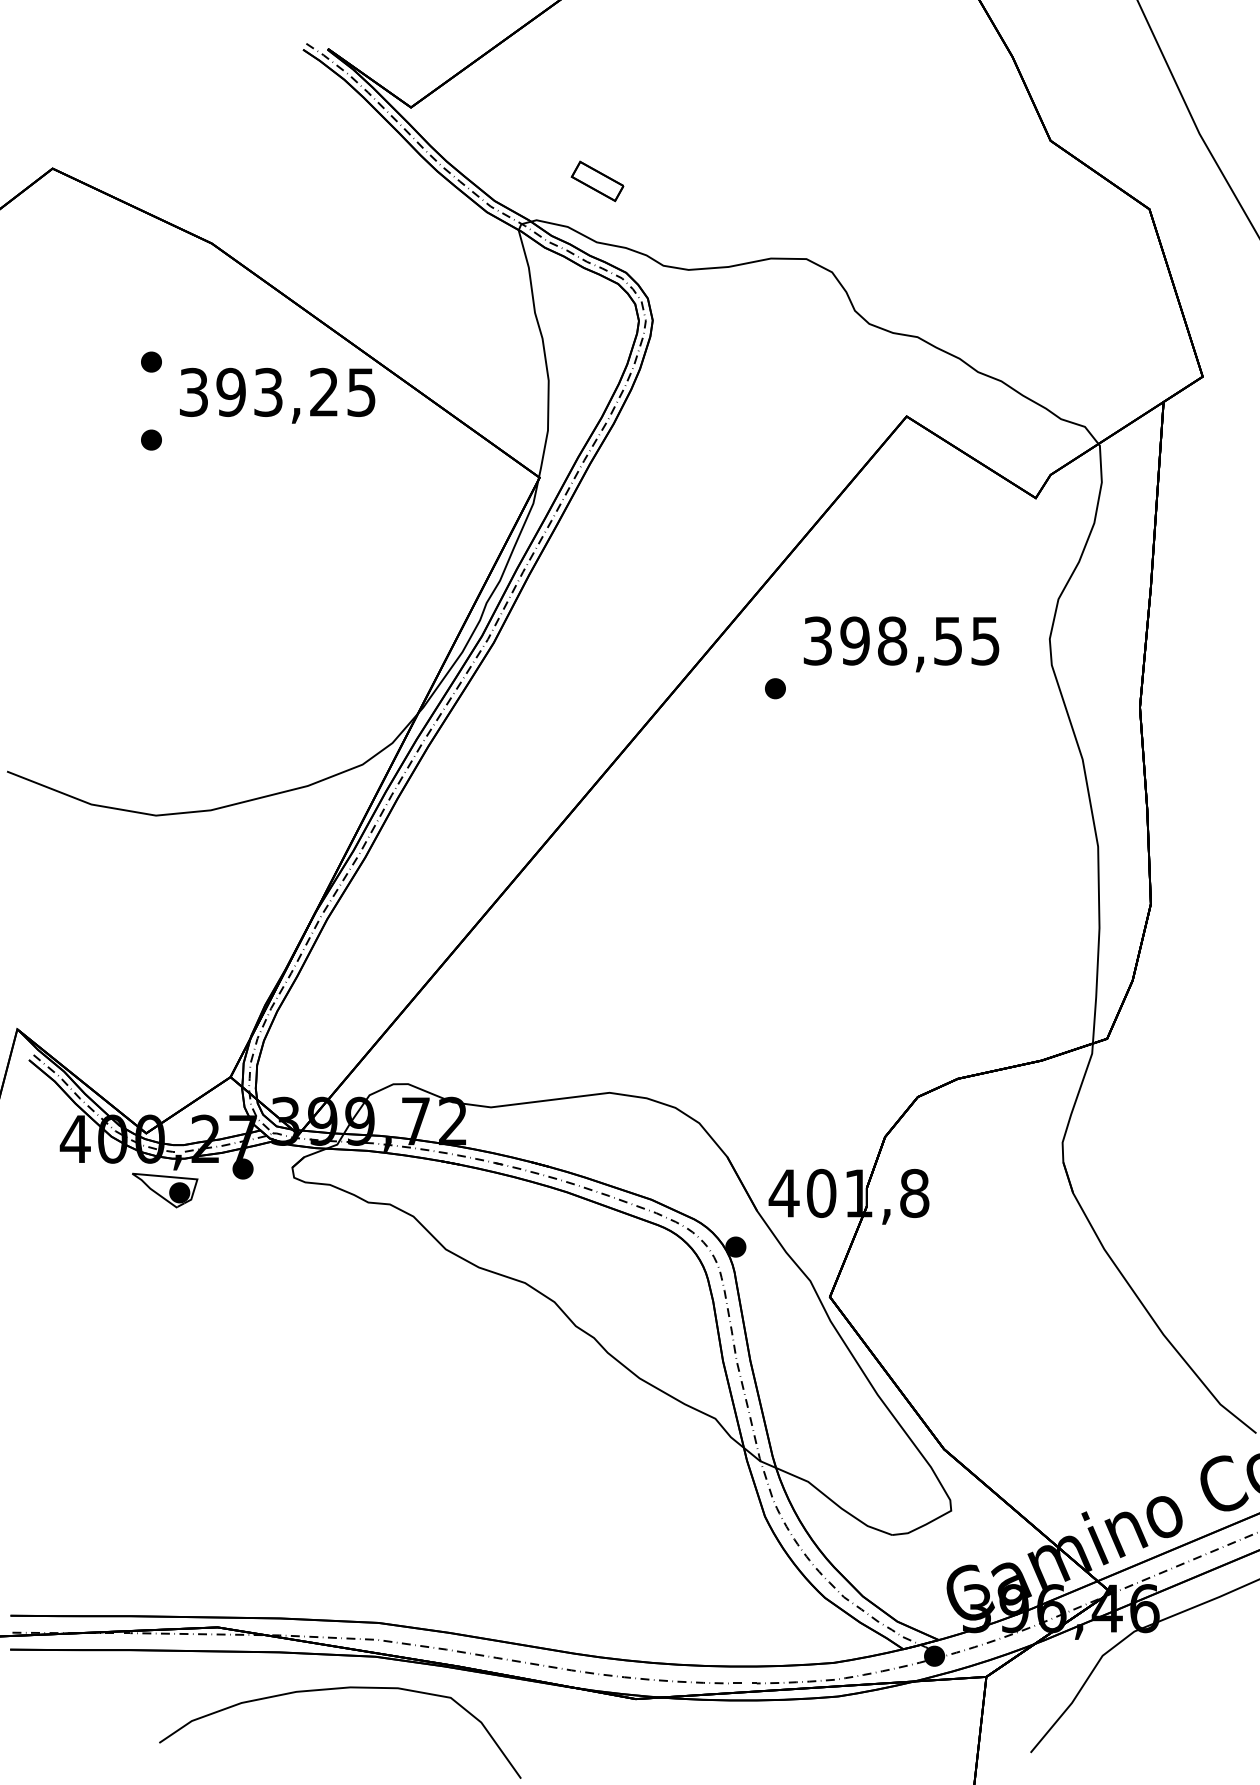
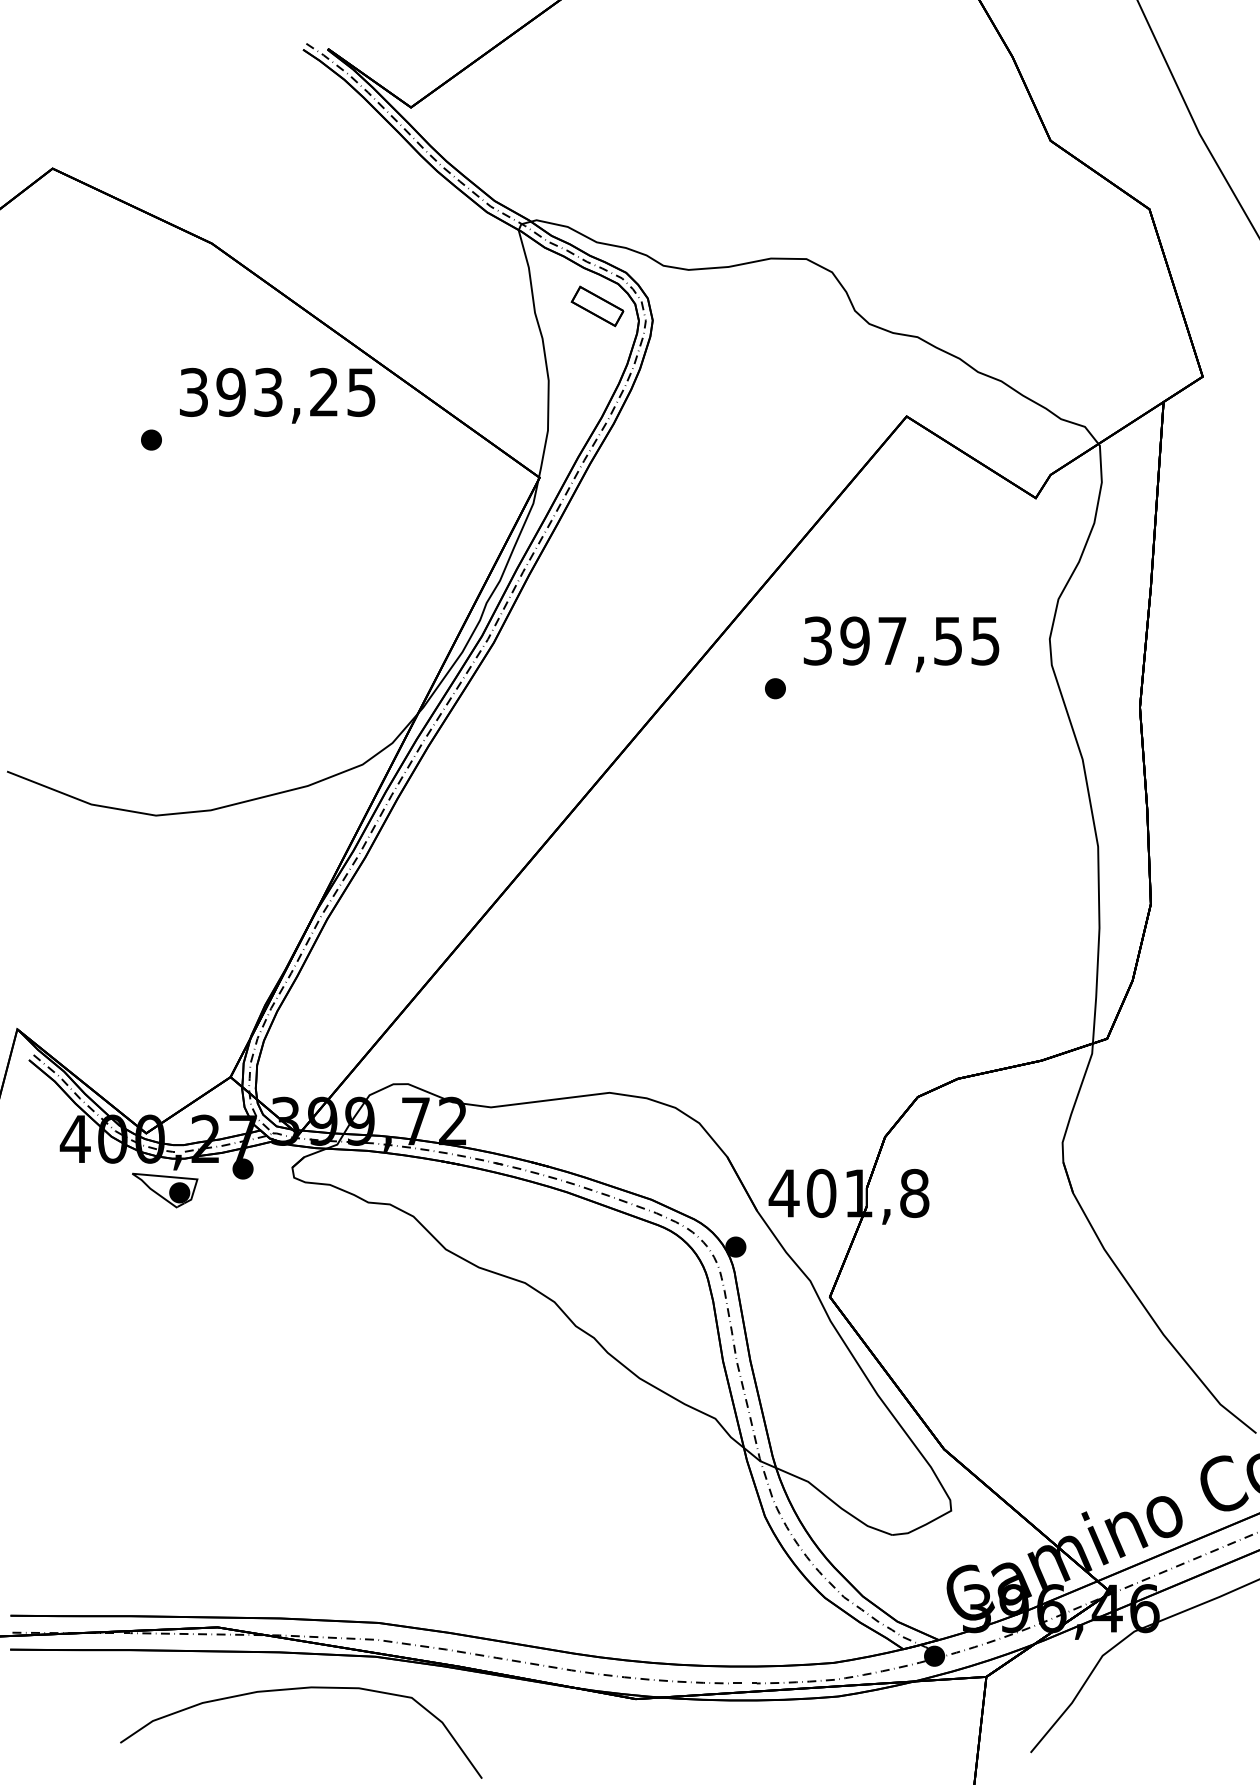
part at (597, 181) position: (597, 181) -> (597, 306)
part at (151, 361): present -> none
text at (892, 640): 398,55 -> 397,55
curve at (340, 1689) position: (340, 1689) -> (301, 1689)
